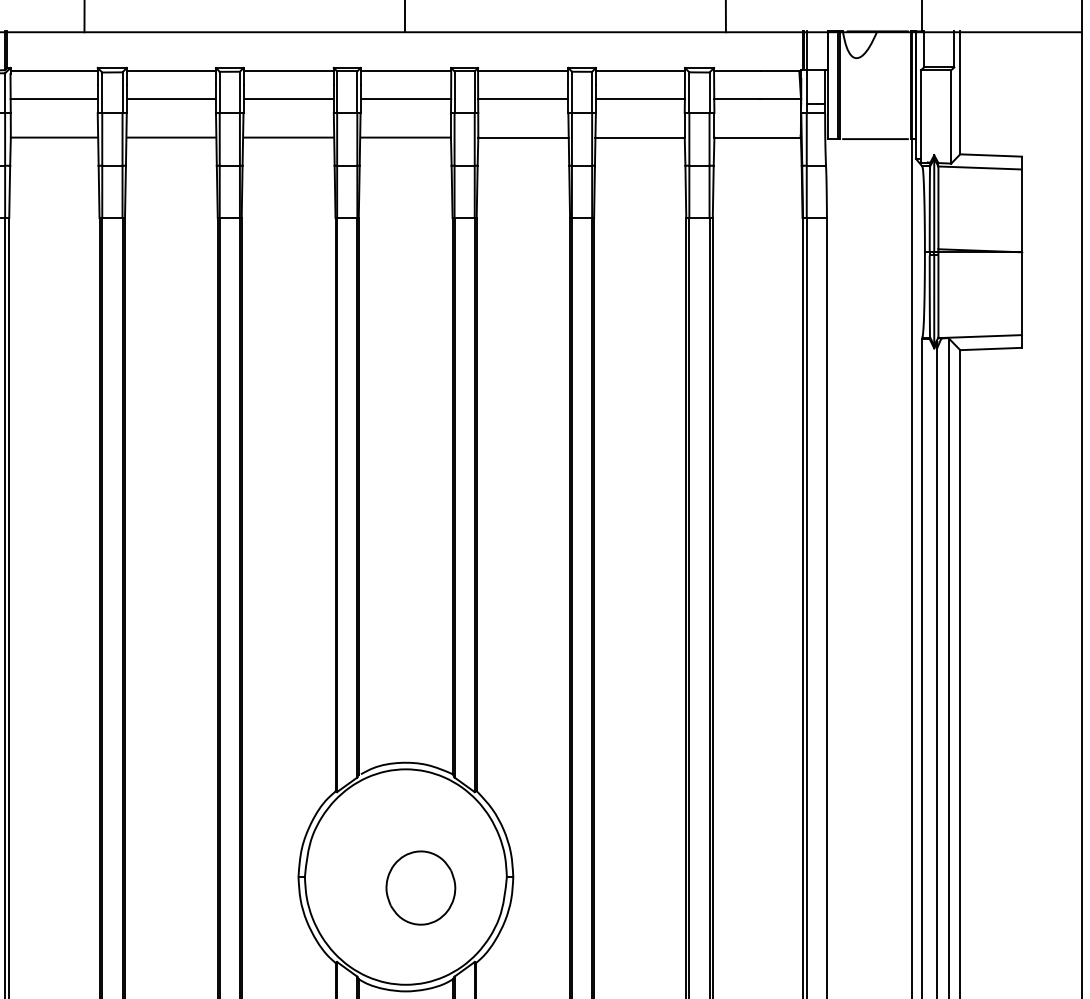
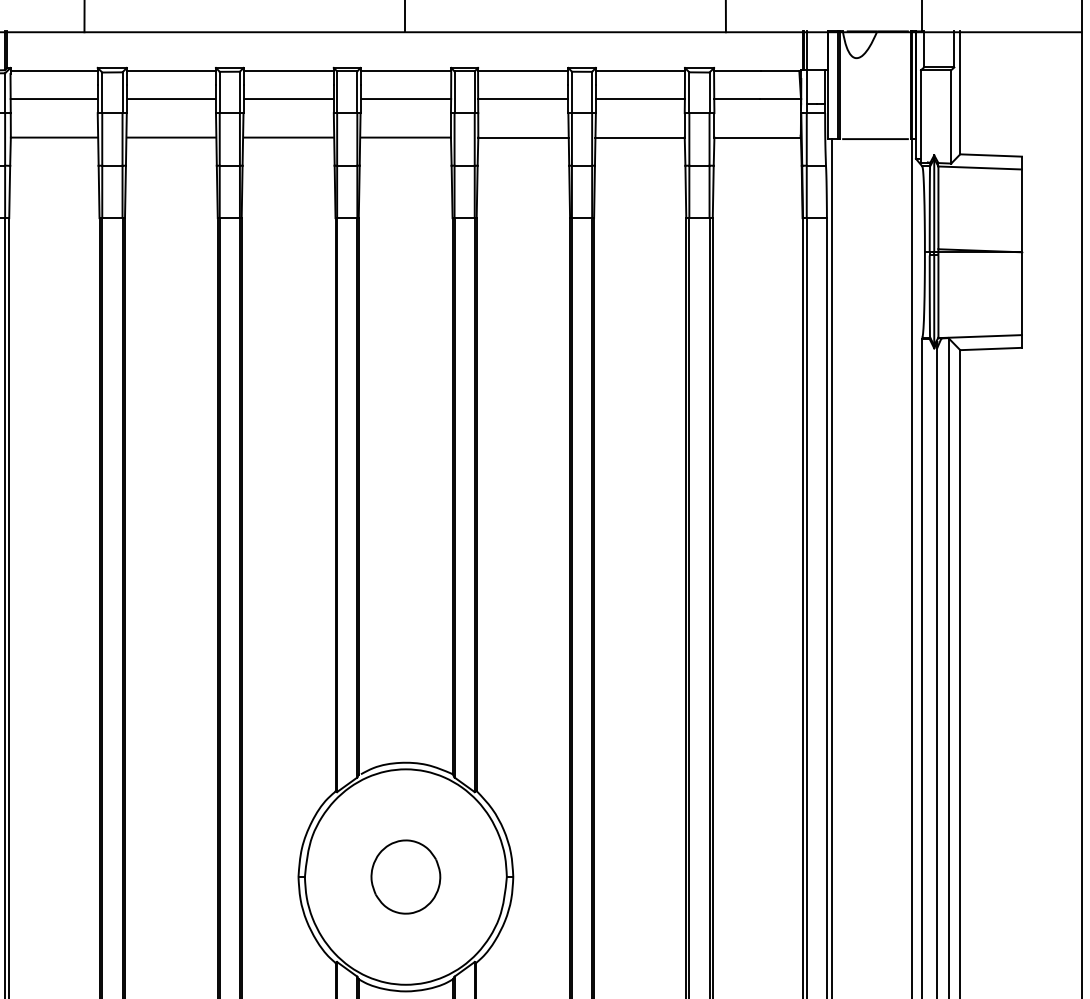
line at (831, 567): none -> present
part at (420, 887) position: (420, 887) -> (405, 876)
